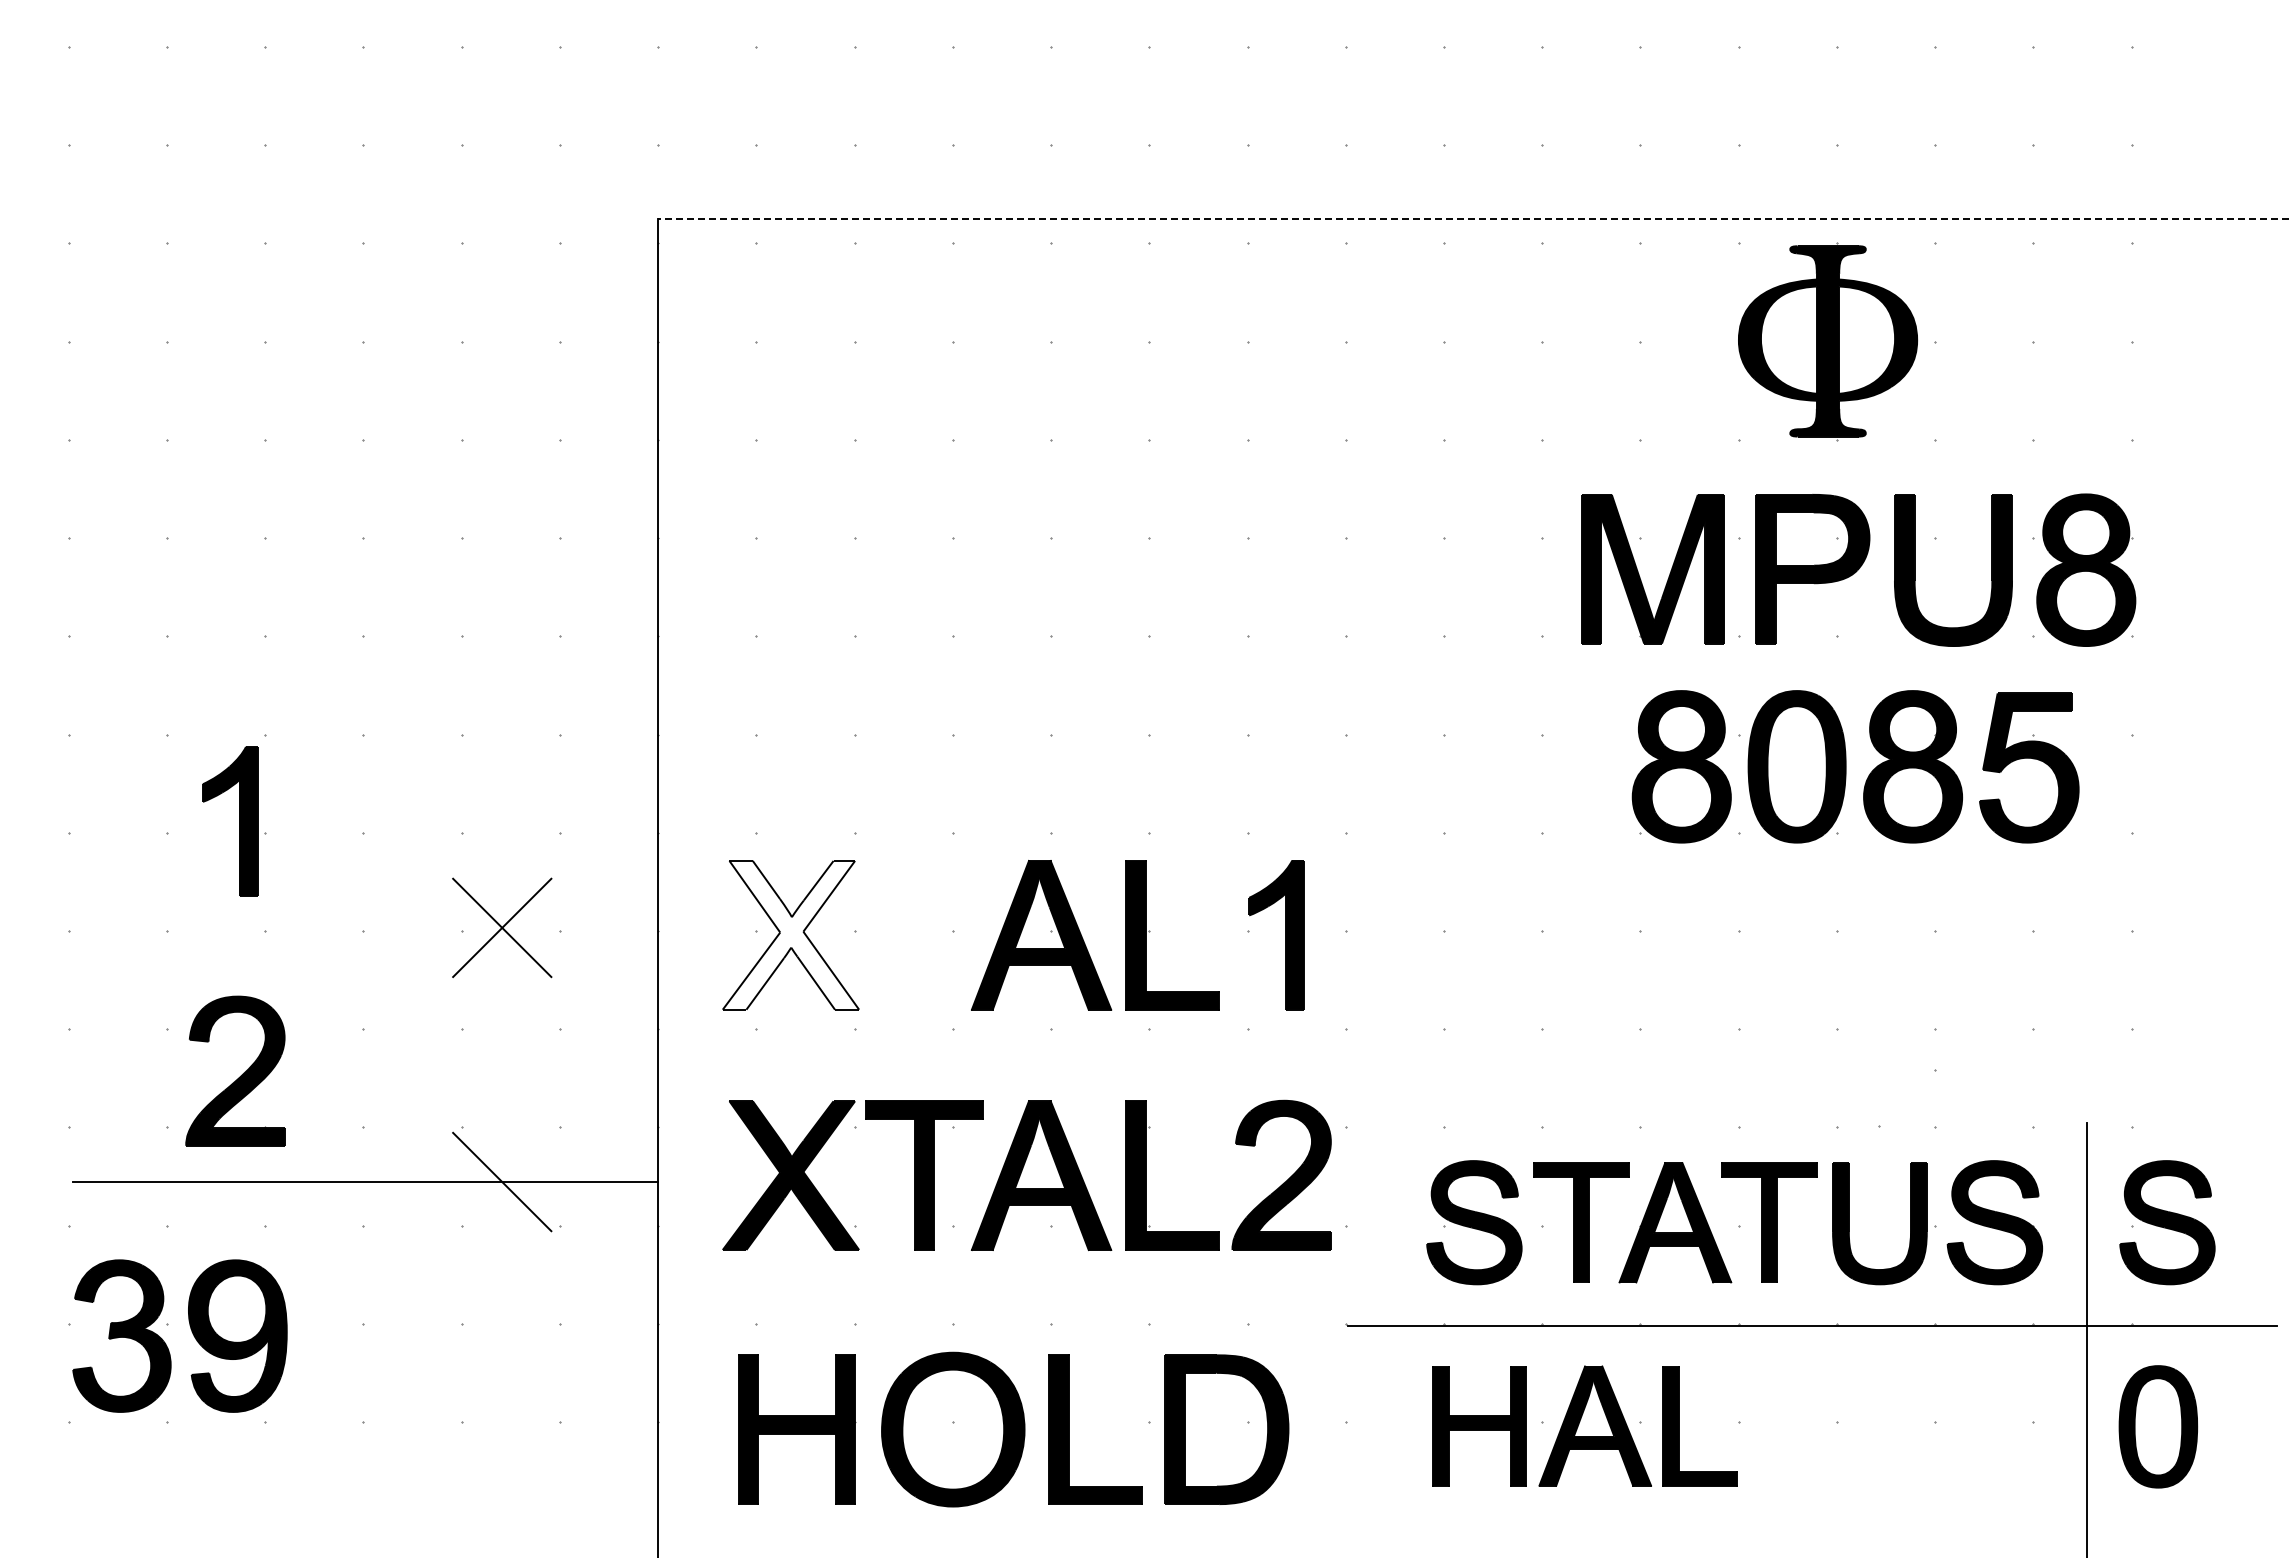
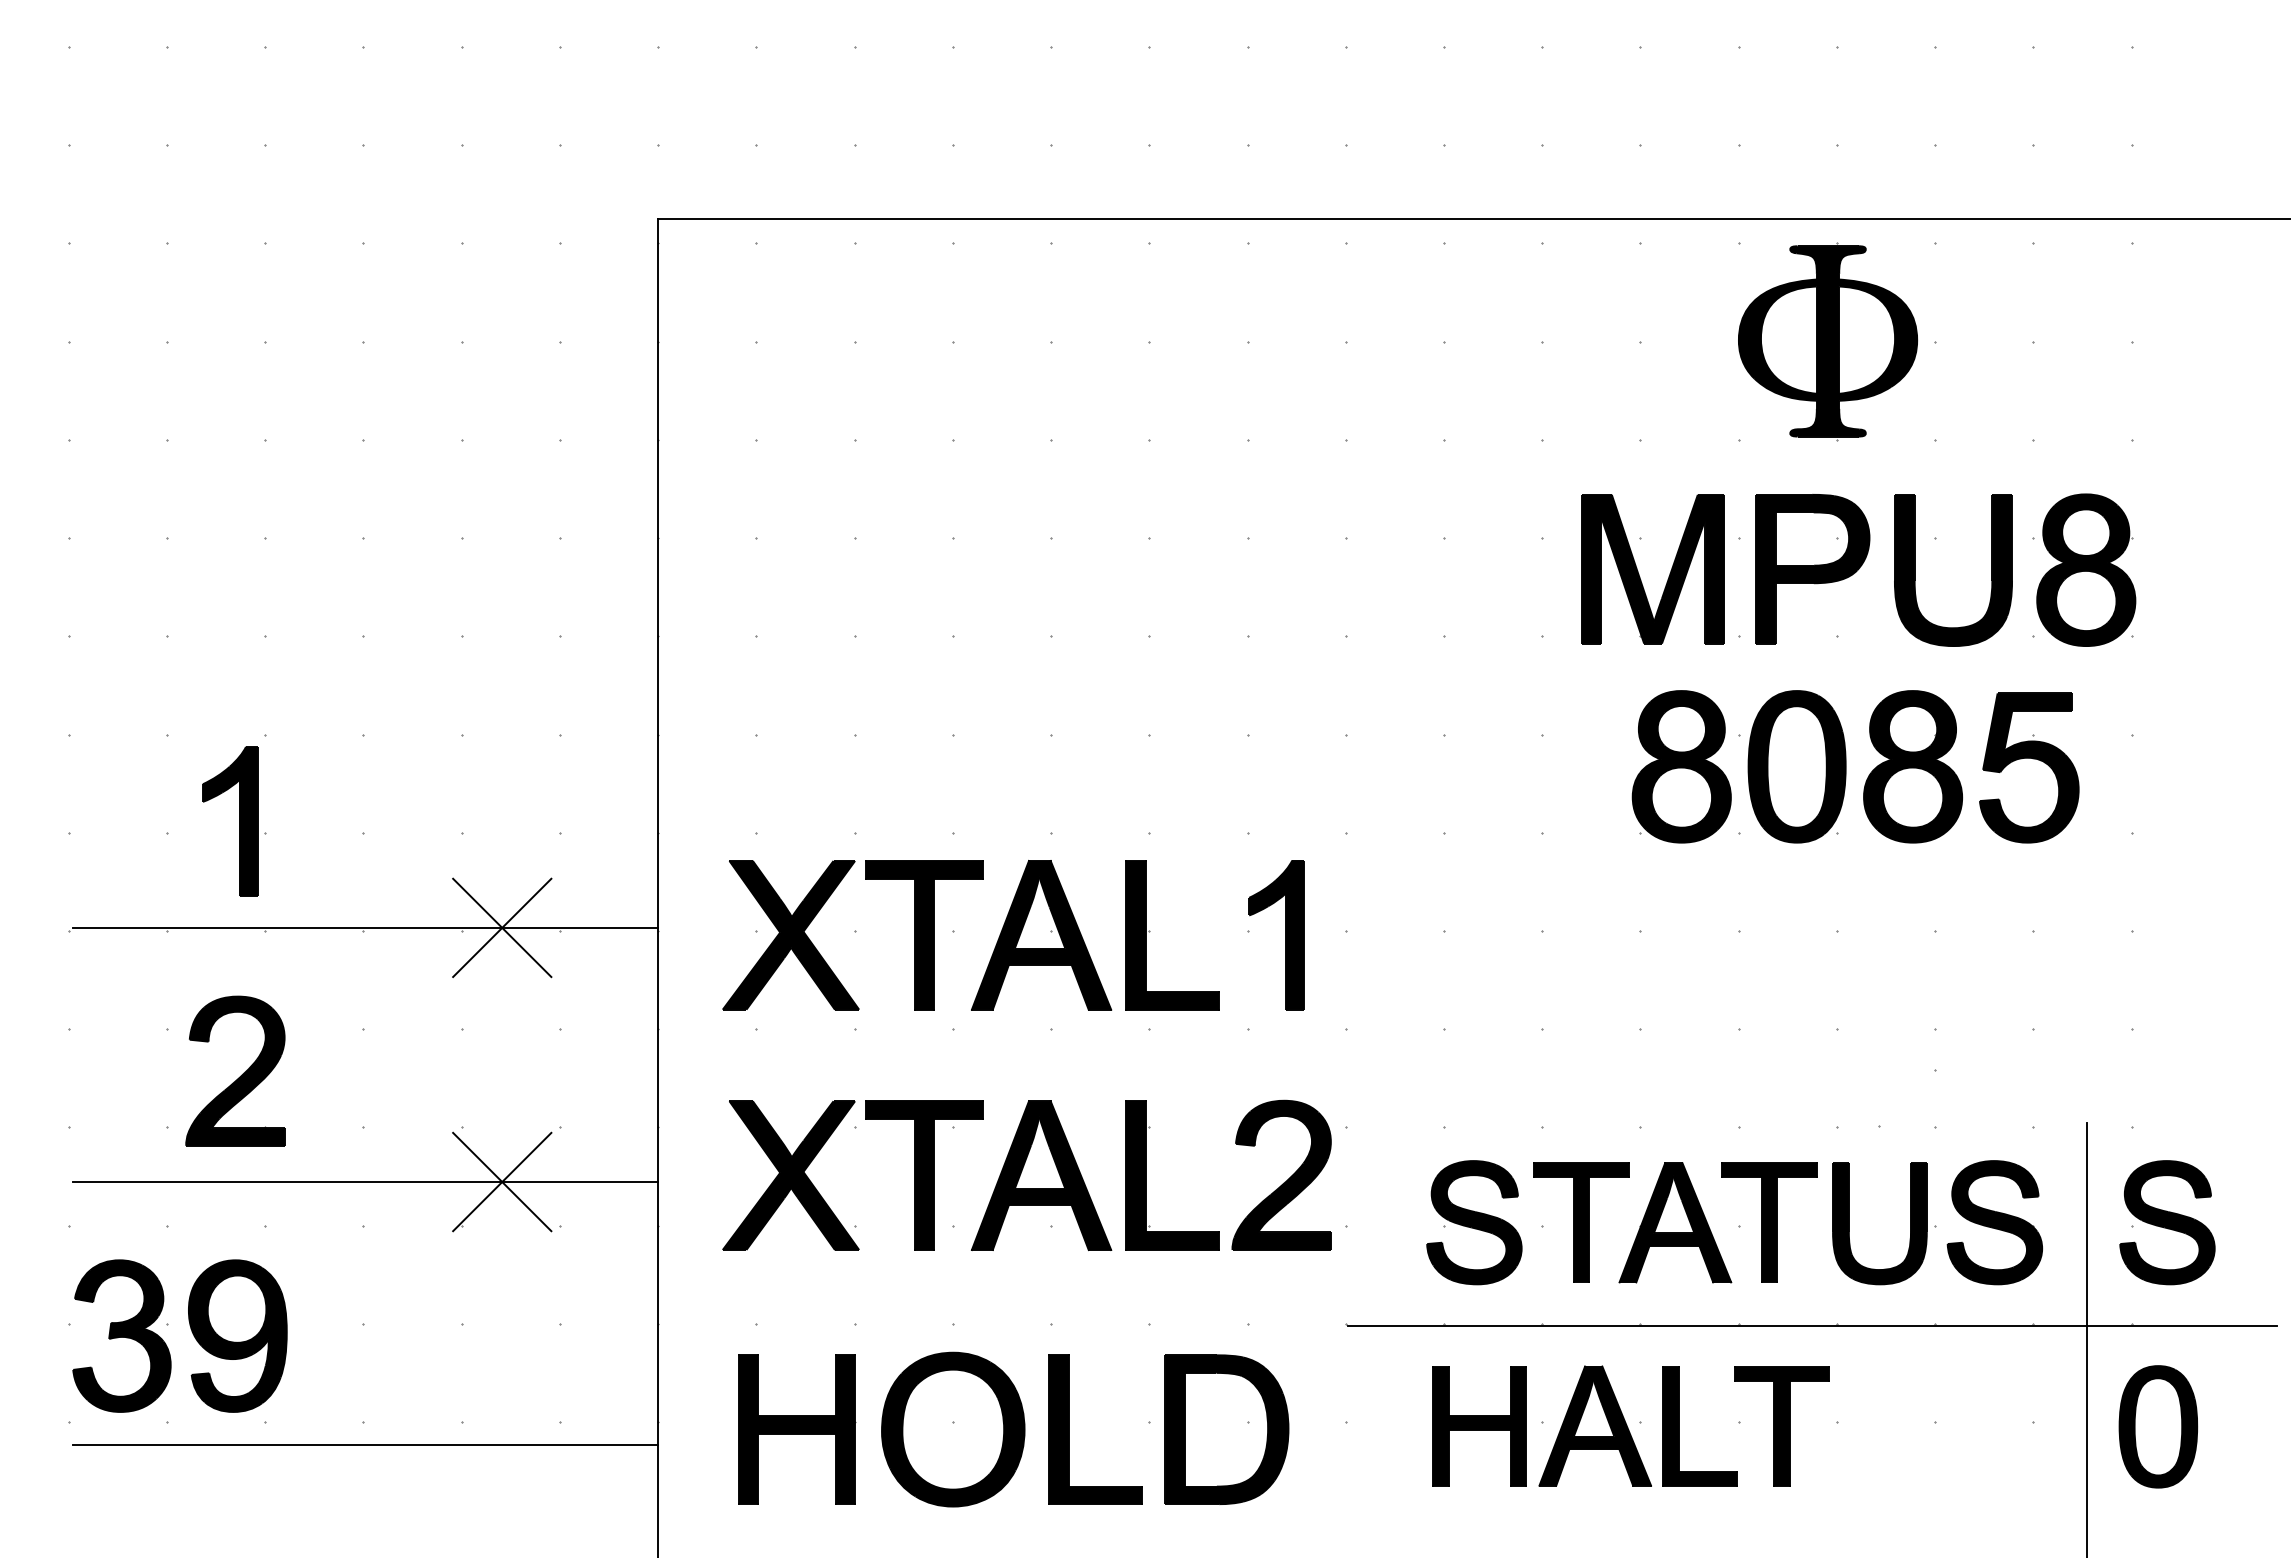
line at (1473, 218): dashed -> solid
line at (365, 927): none -> present
fill at (790, 934): none -> present
part at (924, 935): none -> present
line at (502, 1181): none -> present
part at (1781, 1426): none -> present
line at (365, 1445): none -> present
